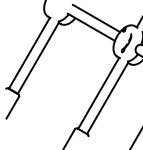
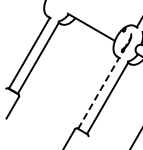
line at (96, 18): present -> none
line at (98, 92): solid -> dashed
